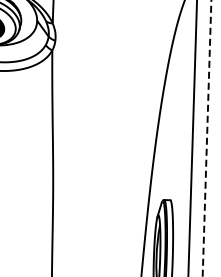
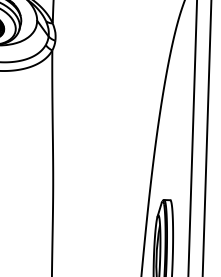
line at (207, 138): dashed -> solid
